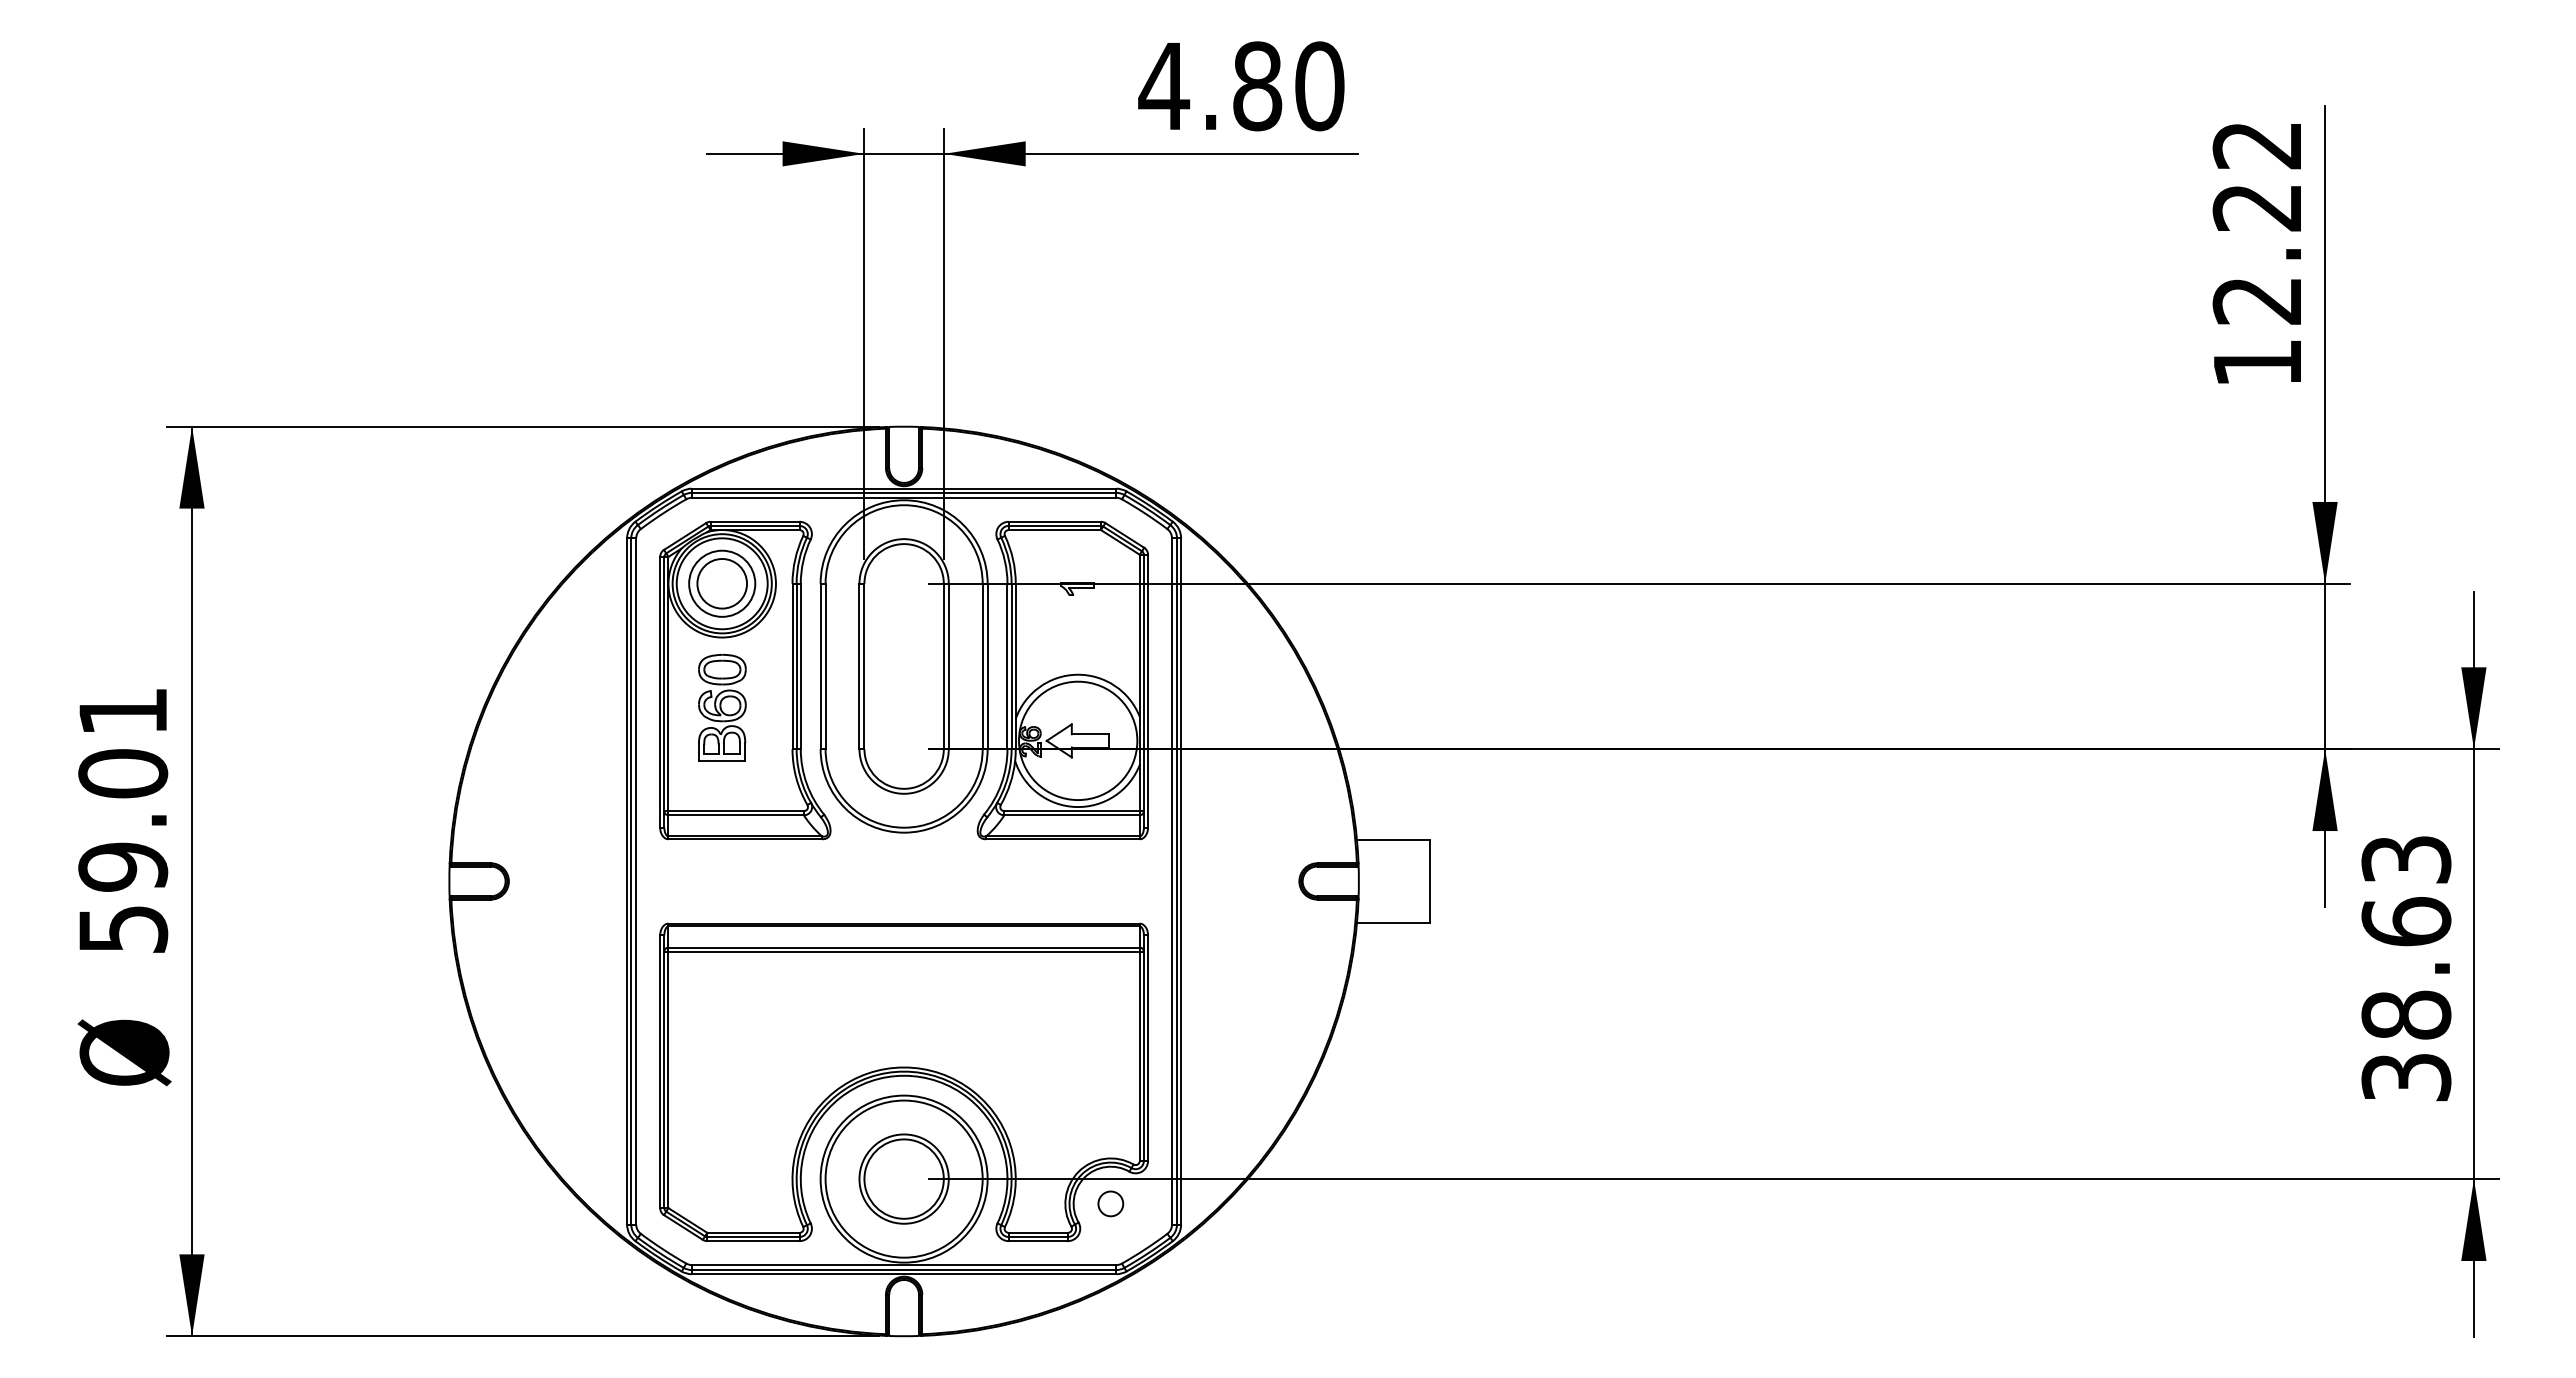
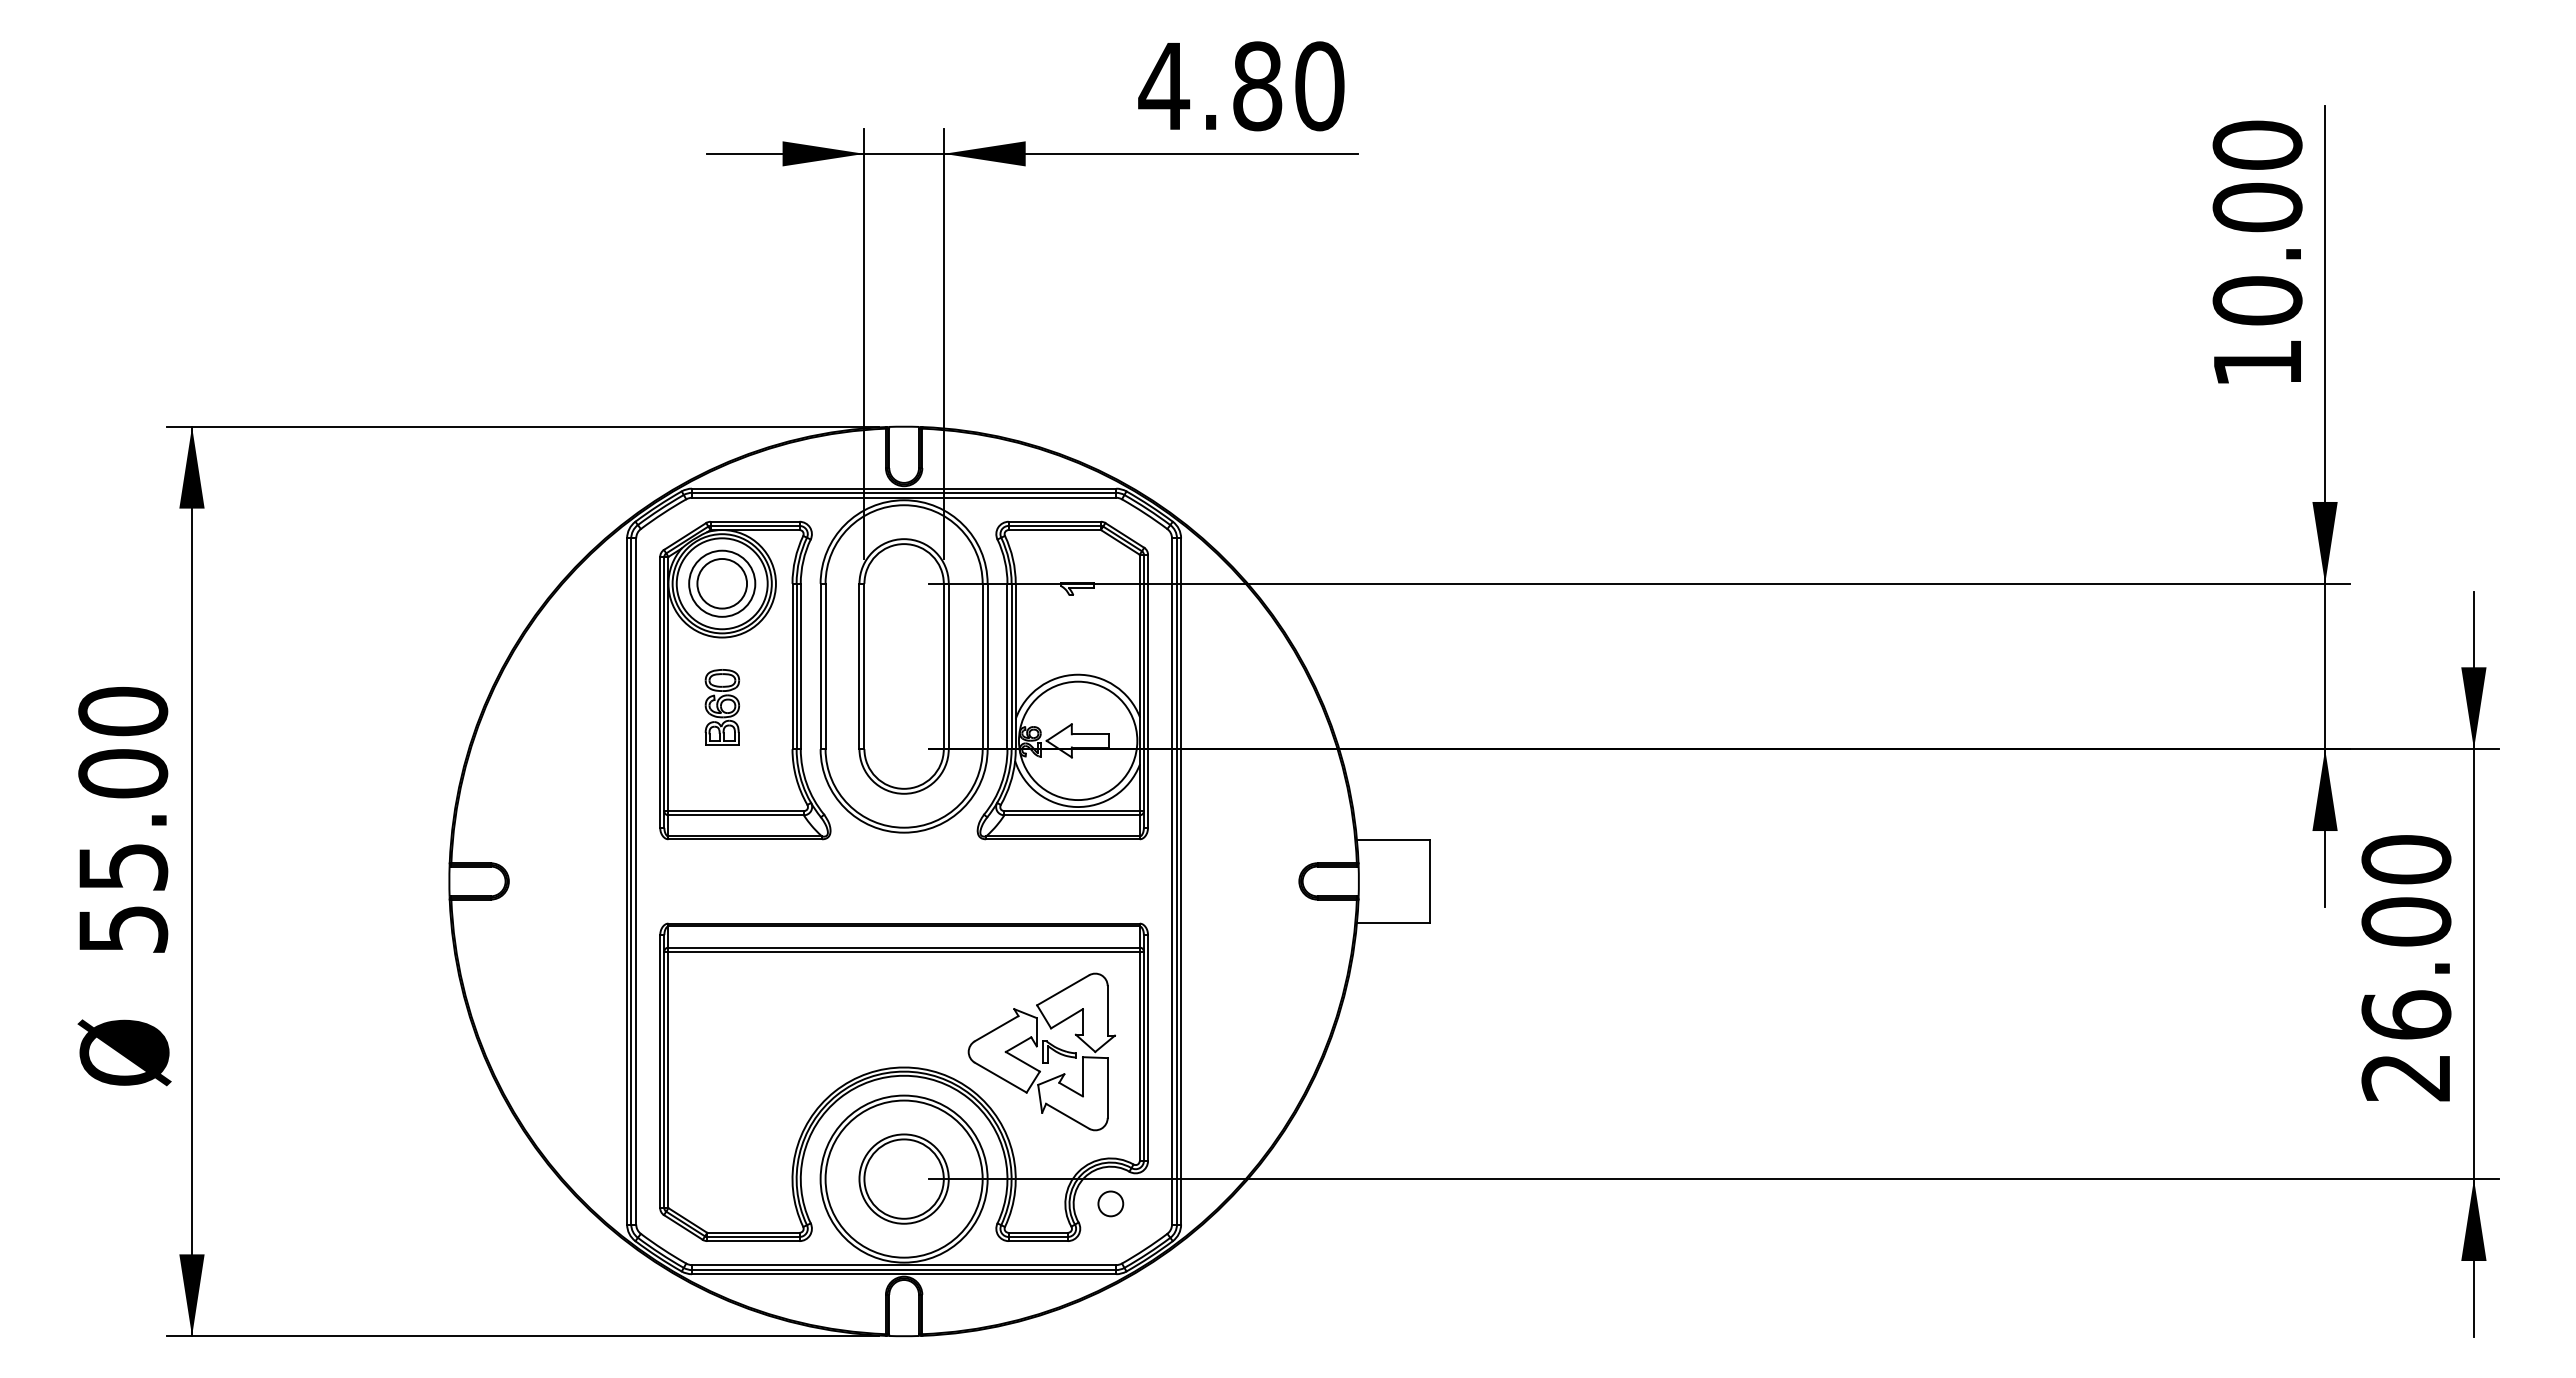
text at (2257, 222): 12.22 -> 10.00
part at (722, 707) size: 49x109 px -> 37x77 px
text at (123, 789): 59.01 -> 55.00
text at (2406, 968): 38.63 -> 26.00
part at (1041, 1051): none -> present
